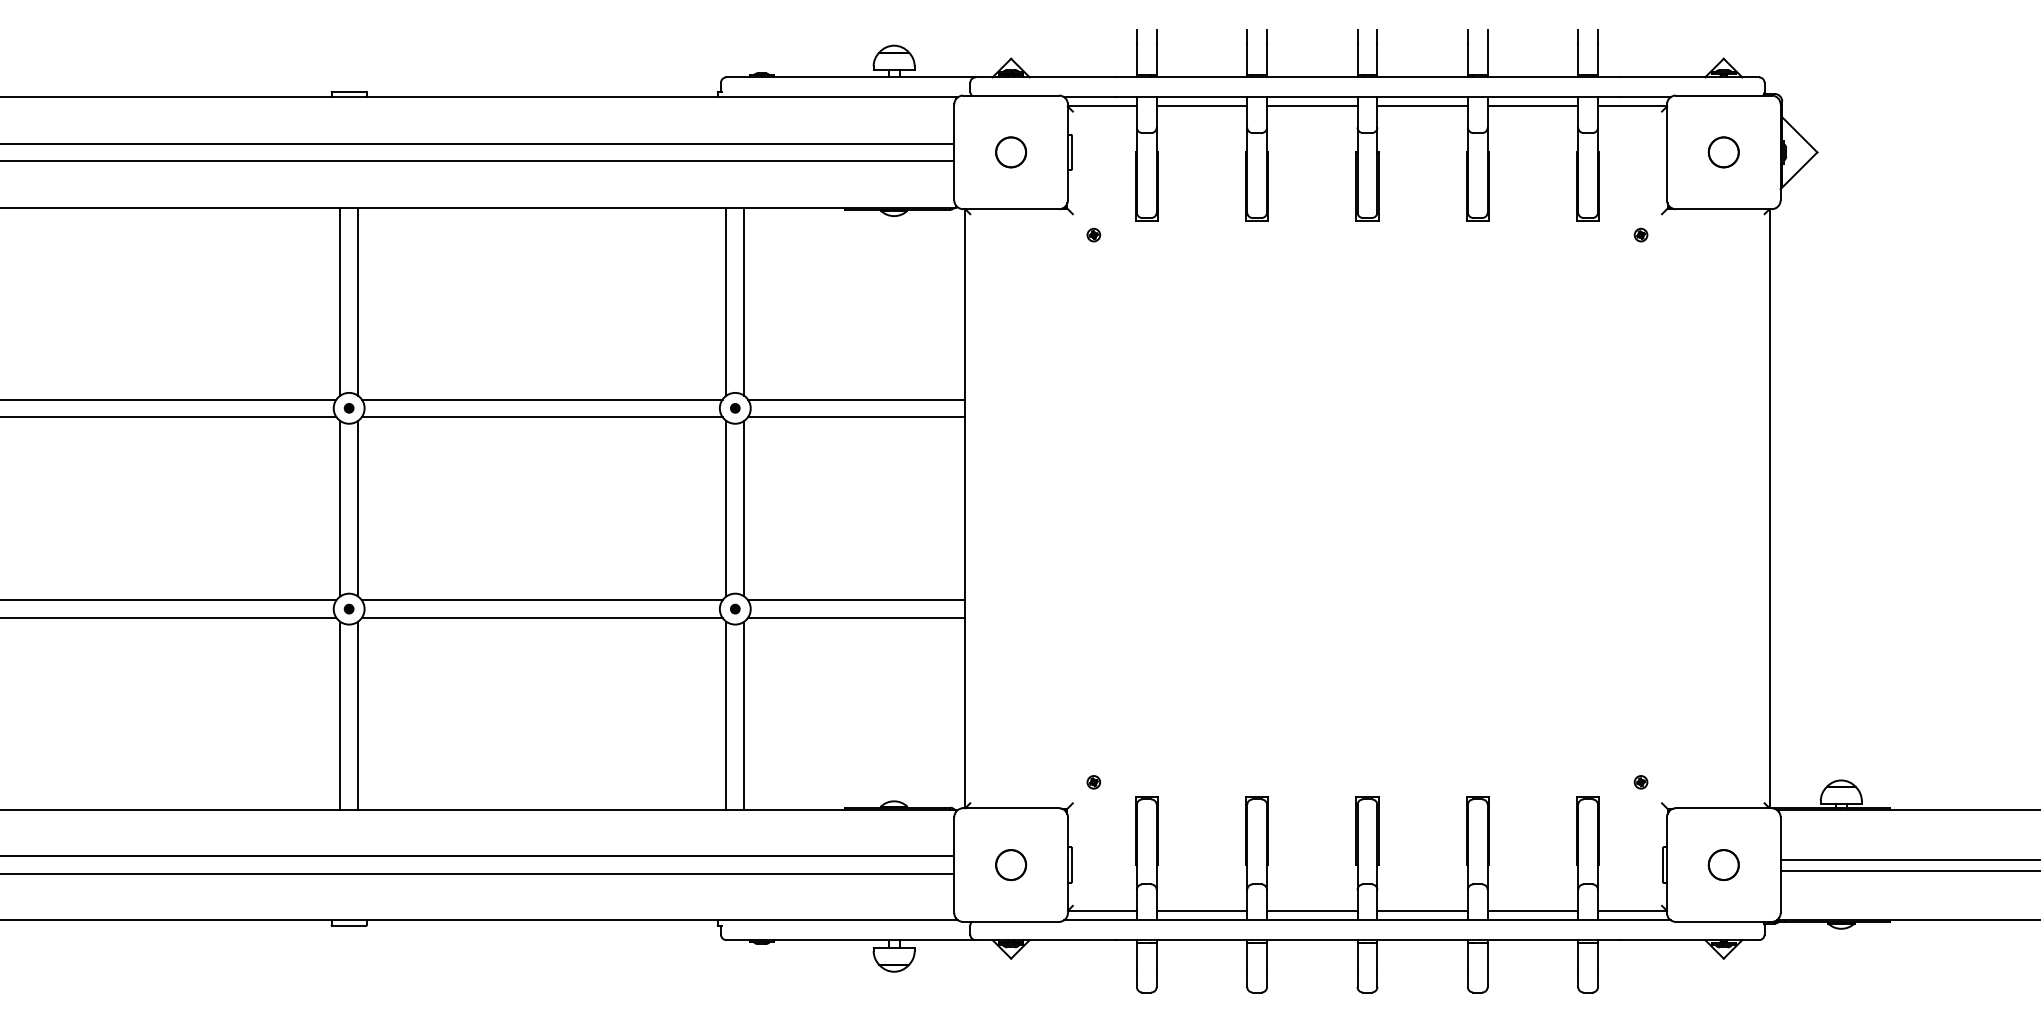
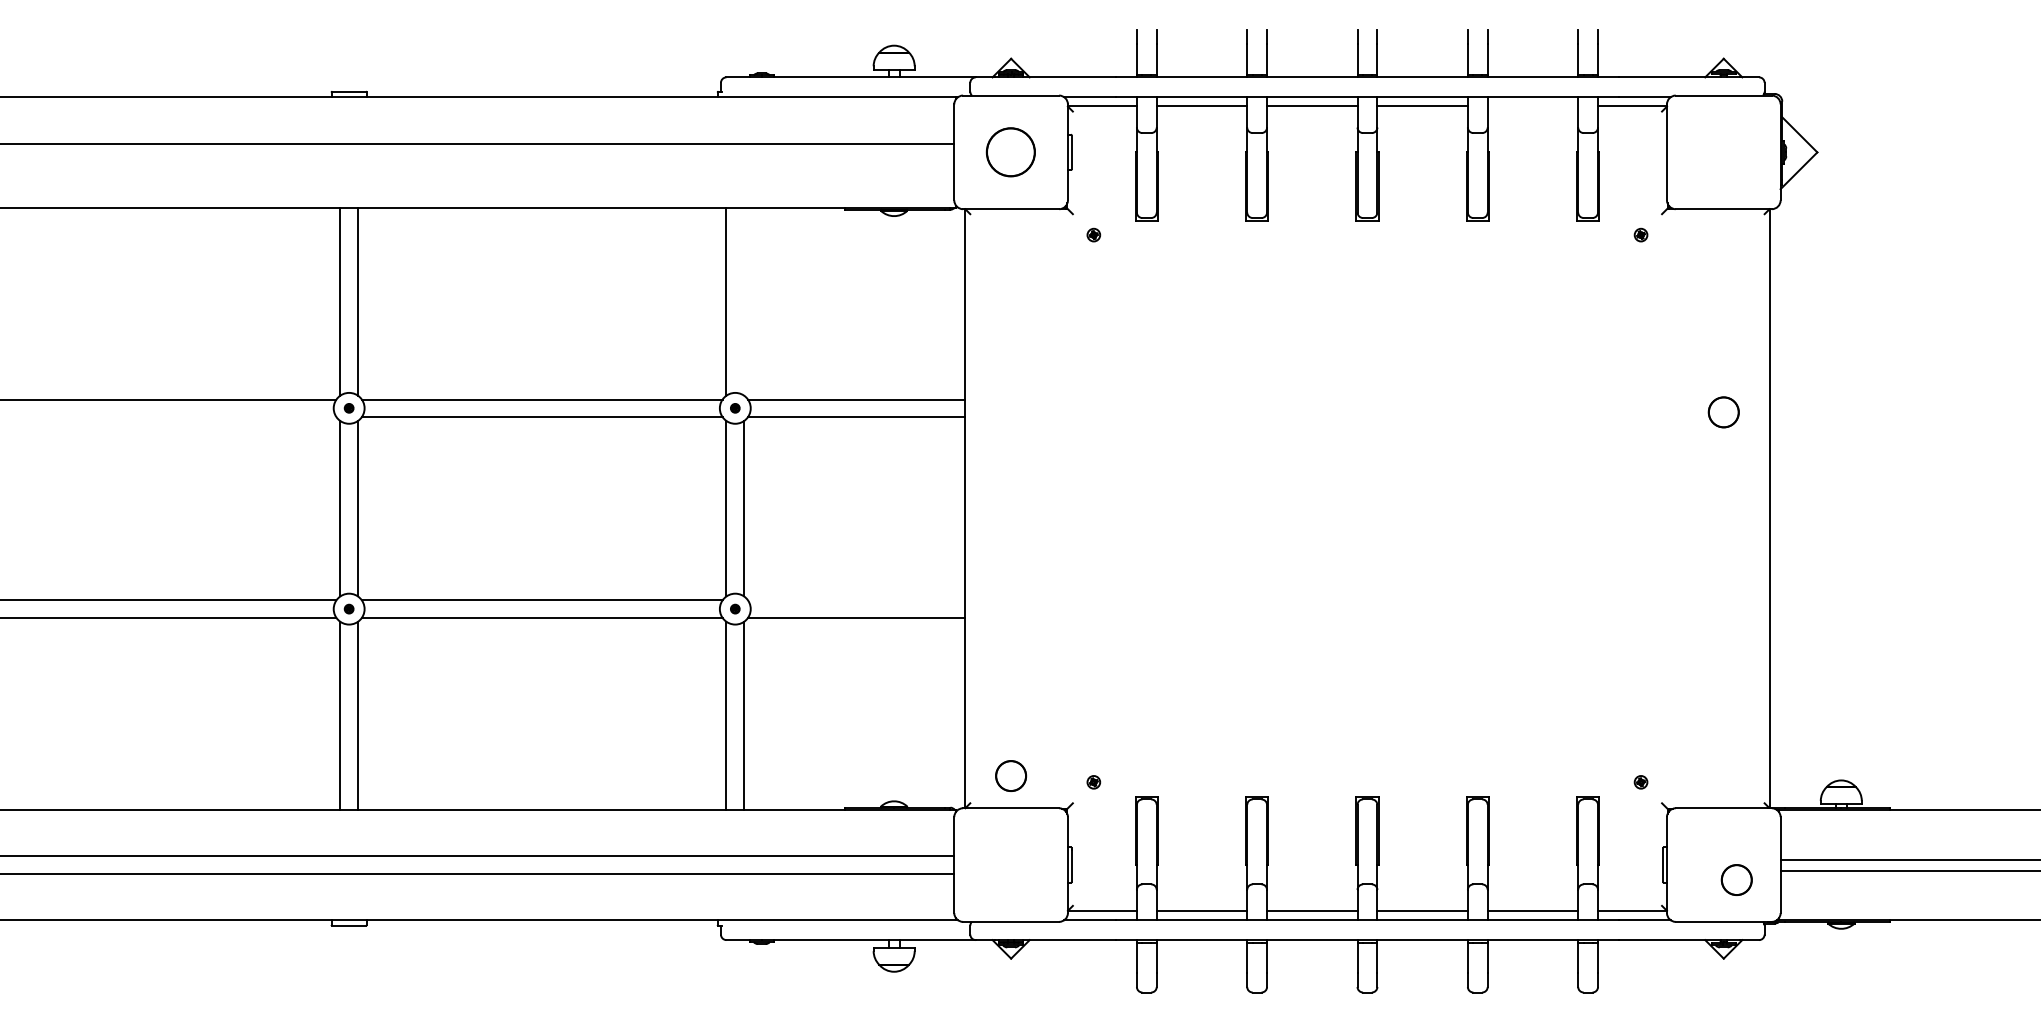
line at (1532, 106): present -> none
circle at (1011, 152) size: 33x33 px -> 51x51 px
circle at (1723, 152) position: (1723, 152) -> (1723, 412)
line at (478, 161): present -> none
line at (744, 301): present -> none
line at (169, 417): present -> none
line at (855, 600): present -> none
circle at (1011, 864) position: (1011, 864) -> (1011, 775)
circle at (1723, 864) position: (1723, 864) -> (1736, 879)
